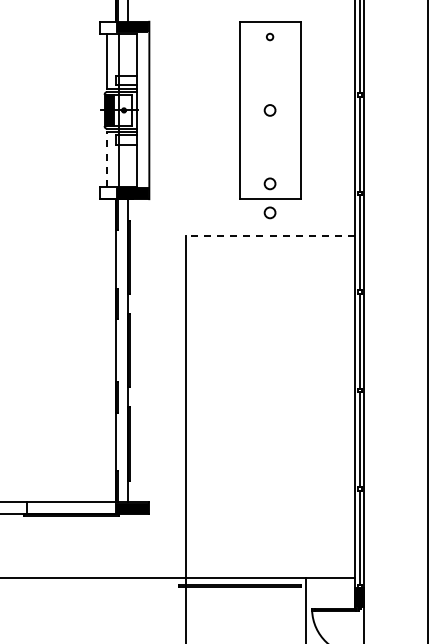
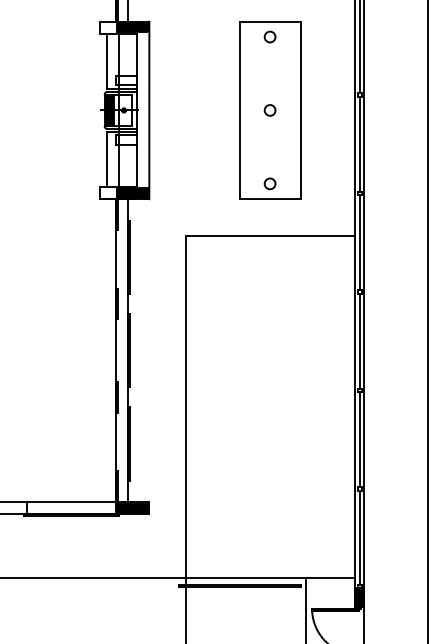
circle at (270, 36) size: 9x10 px -> 14x14 px
line at (106, 159): dashed -> solid
circle at (269, 212): present -> none
line at (270, 235): dashed -> solid
